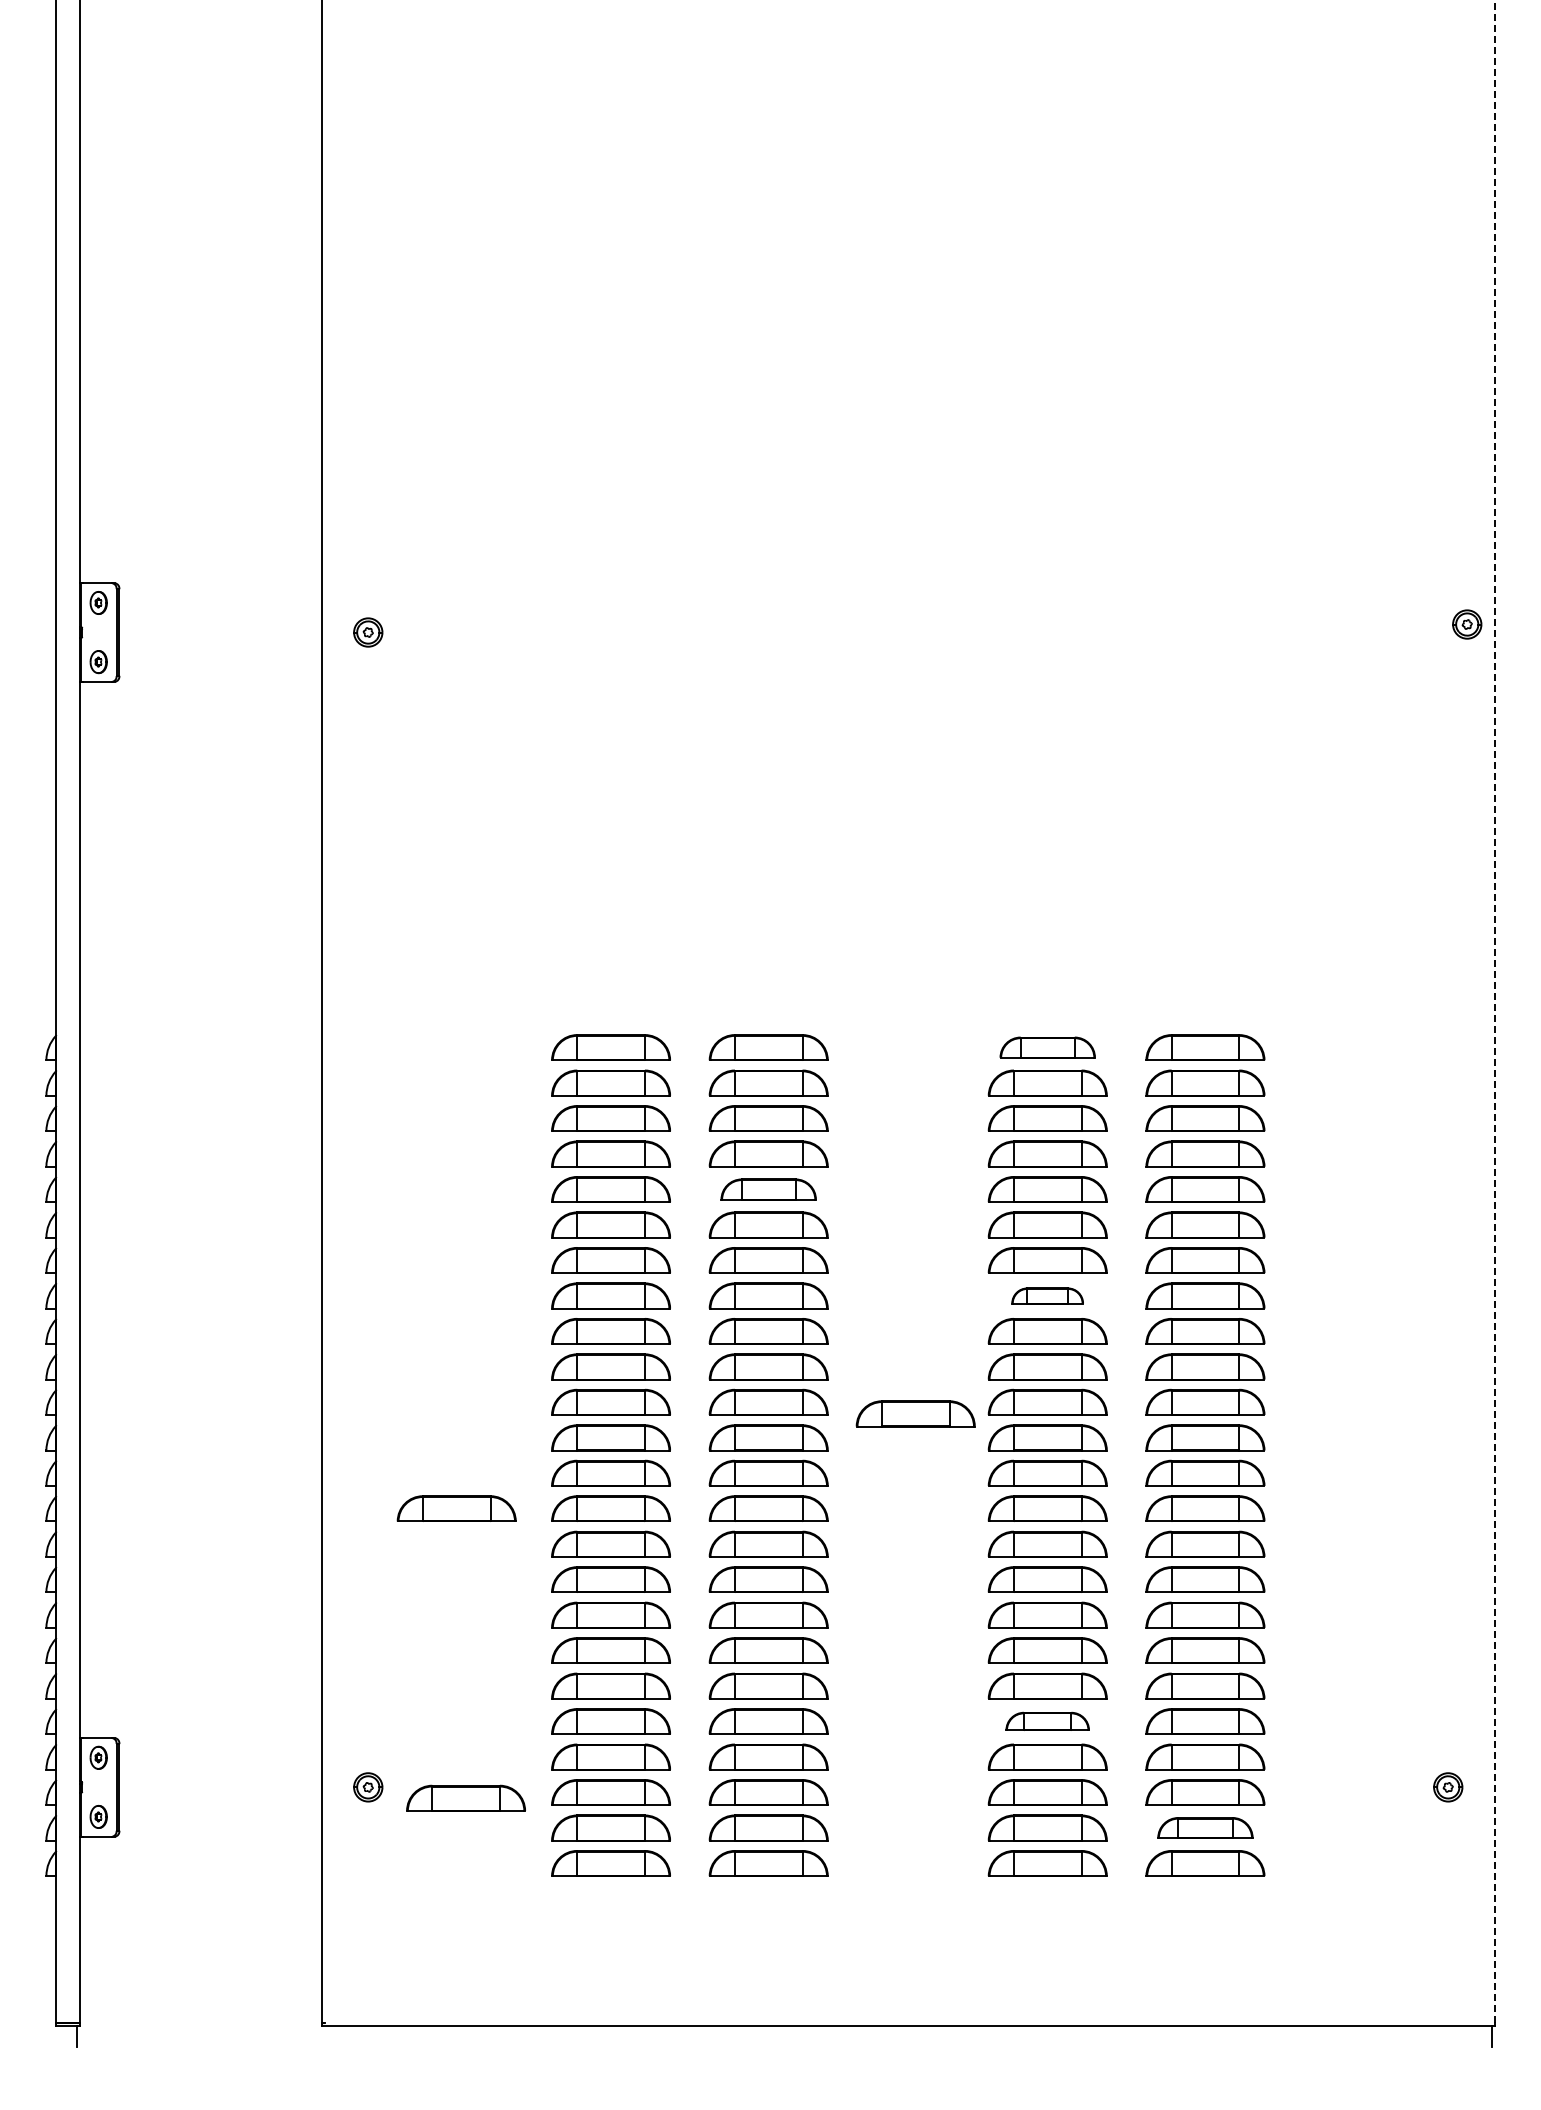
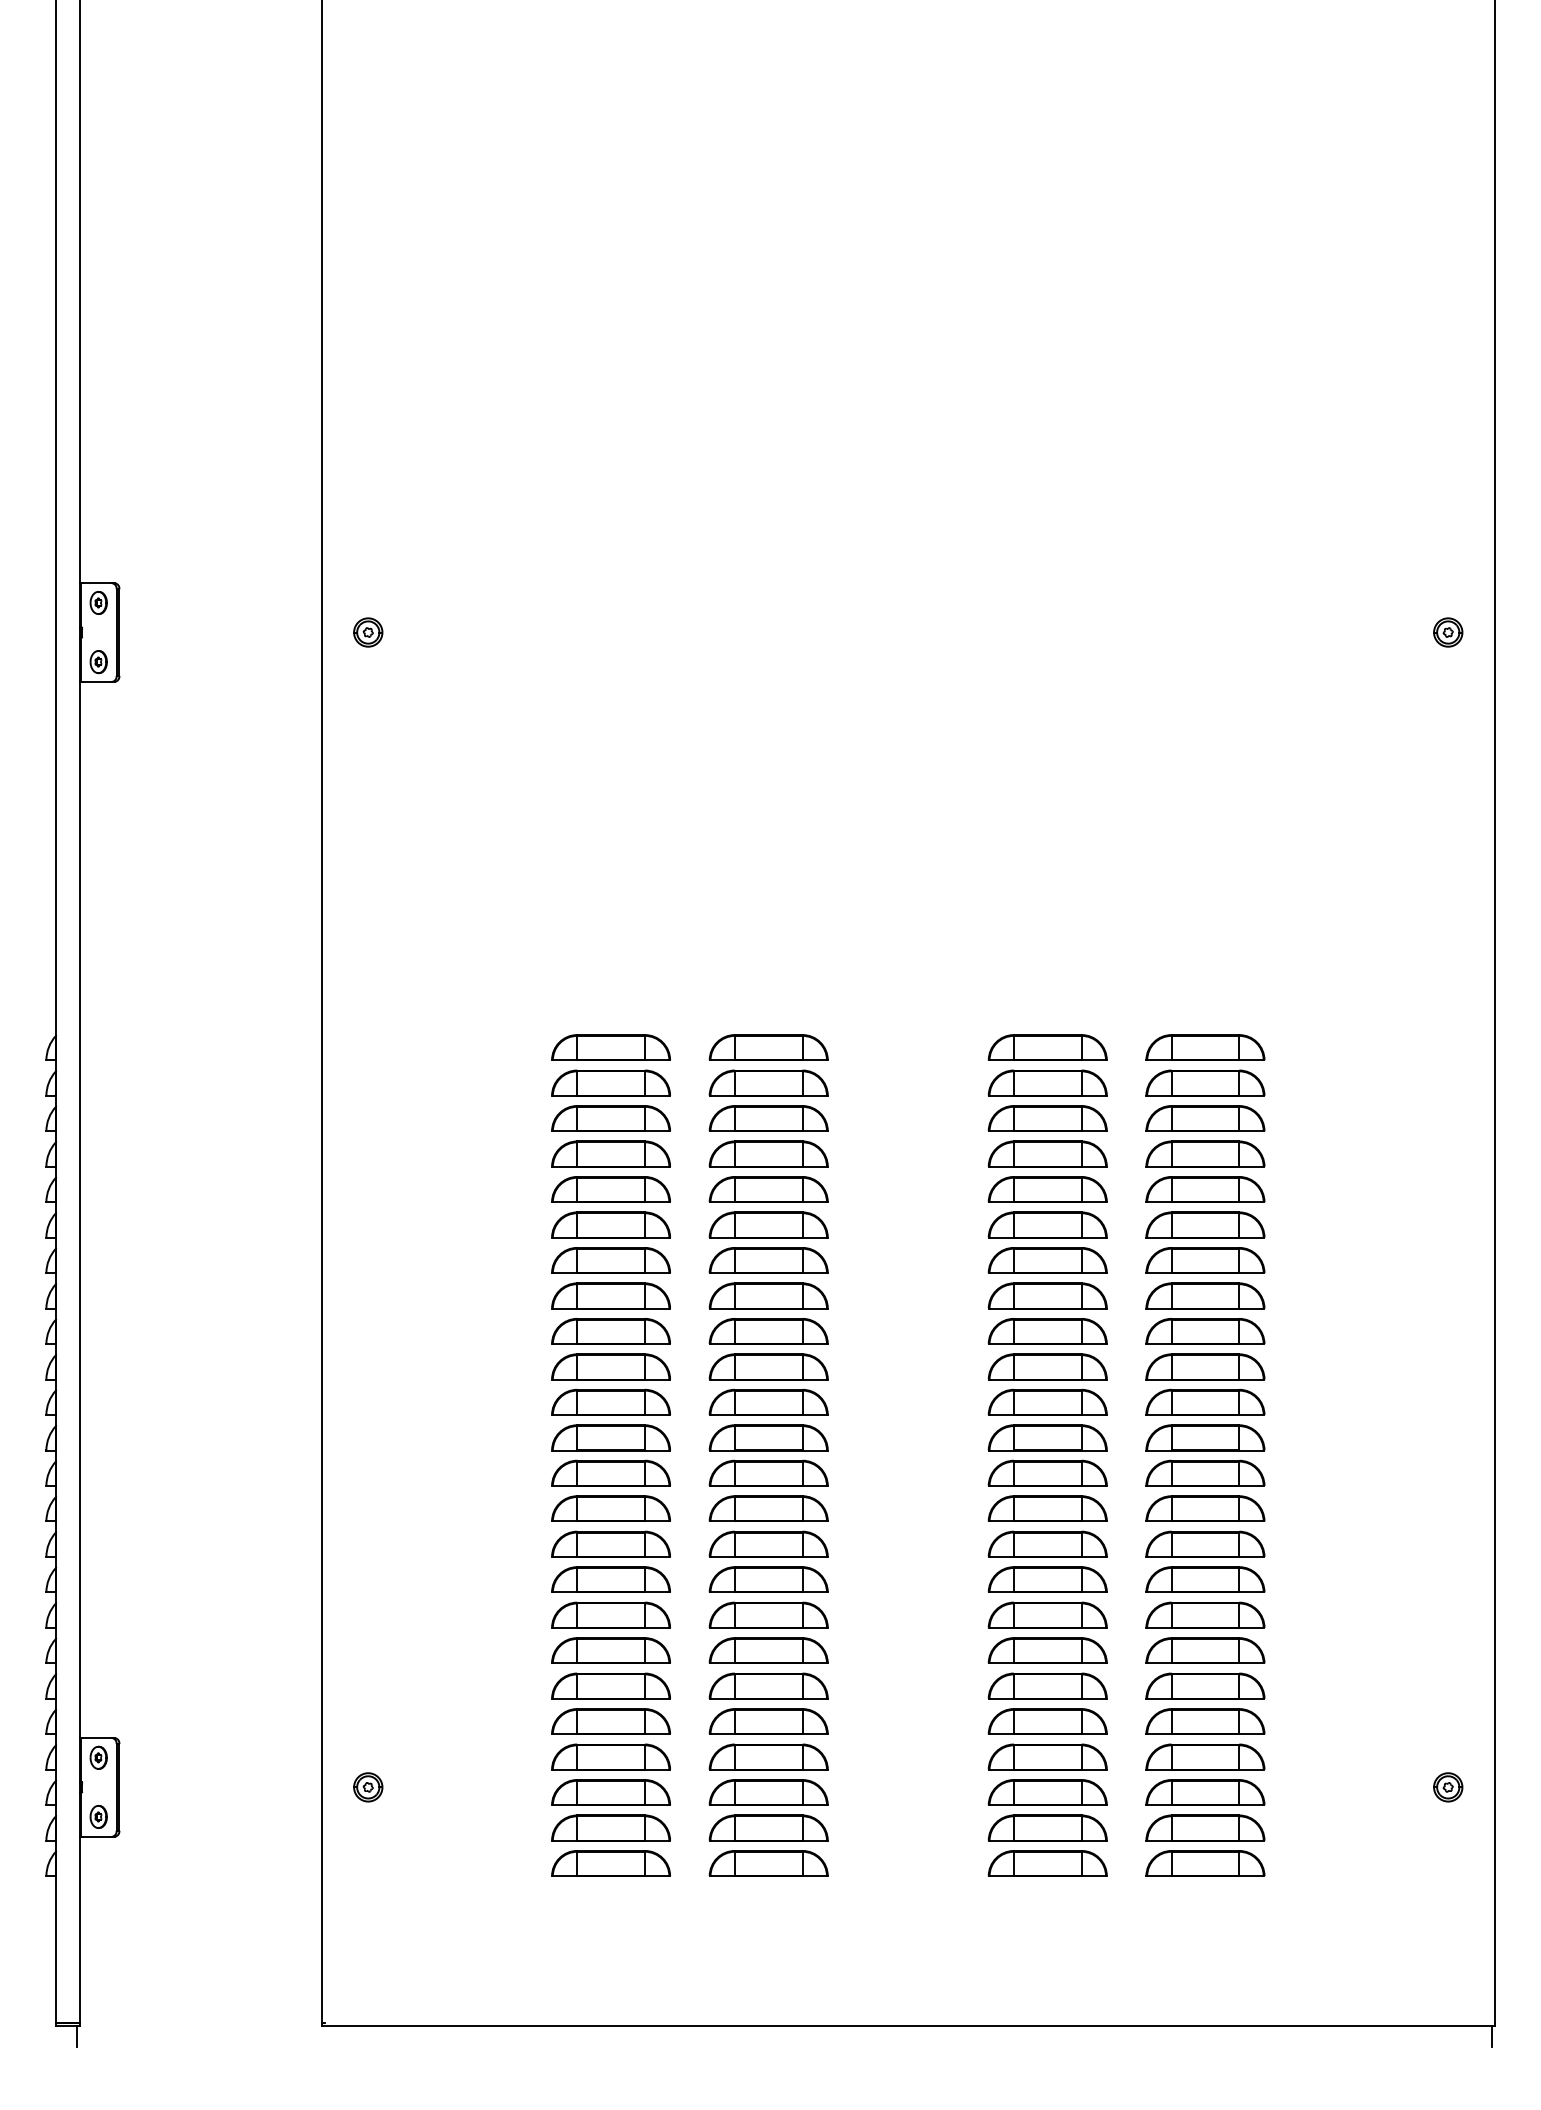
part at (1467, 624) position: (1467, 624) -> (1448, 632)
line at (1494, 1011): dashed -> solid
part at (1047, 1047) size: 97x23 px -> 121x27 px
part at (768, 1189) size: 97x23 px -> 121x27 px
part at (1047, 1295) size: 73x18 px -> 121x28 px
part at (915, 1413): present -> none
part at (456, 1508): present -> none
part at (1047, 1720) size: 85x20 px -> 121x27 px
part at (465, 1797): present -> none
part at (1205, 1827) size: 97x22 px -> 121x28 px
